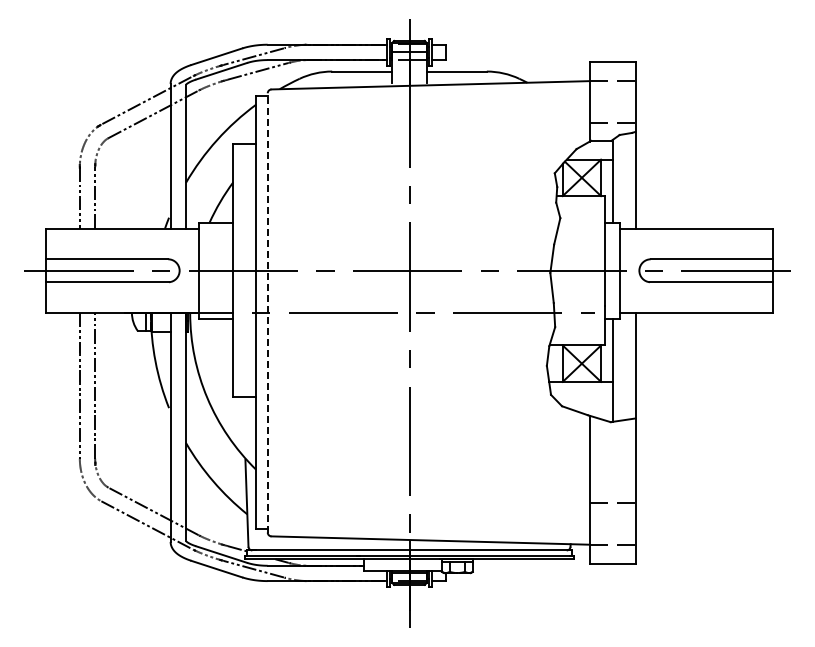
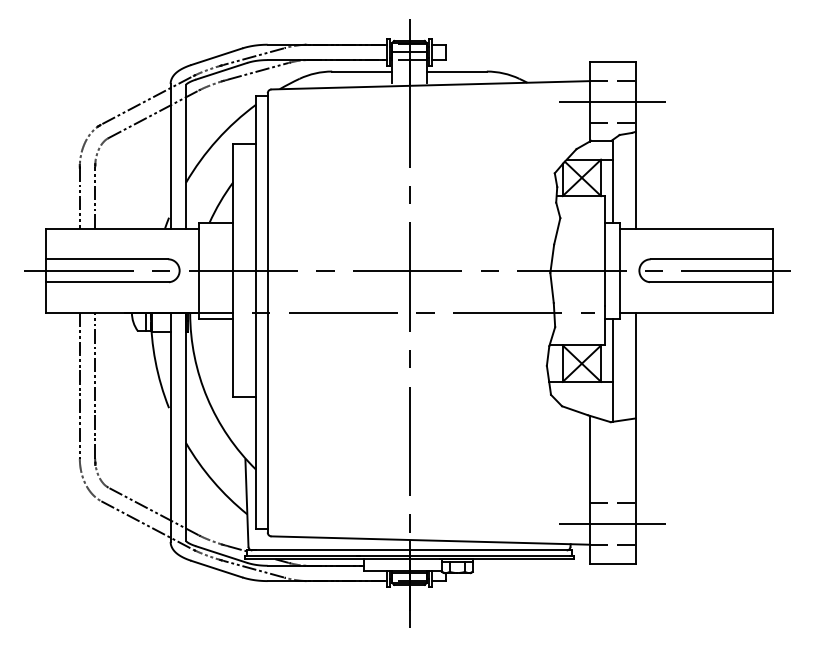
line at (612, 102): none -> present
line at (267, 312): dashed -> solid
line at (612, 523): none -> present
